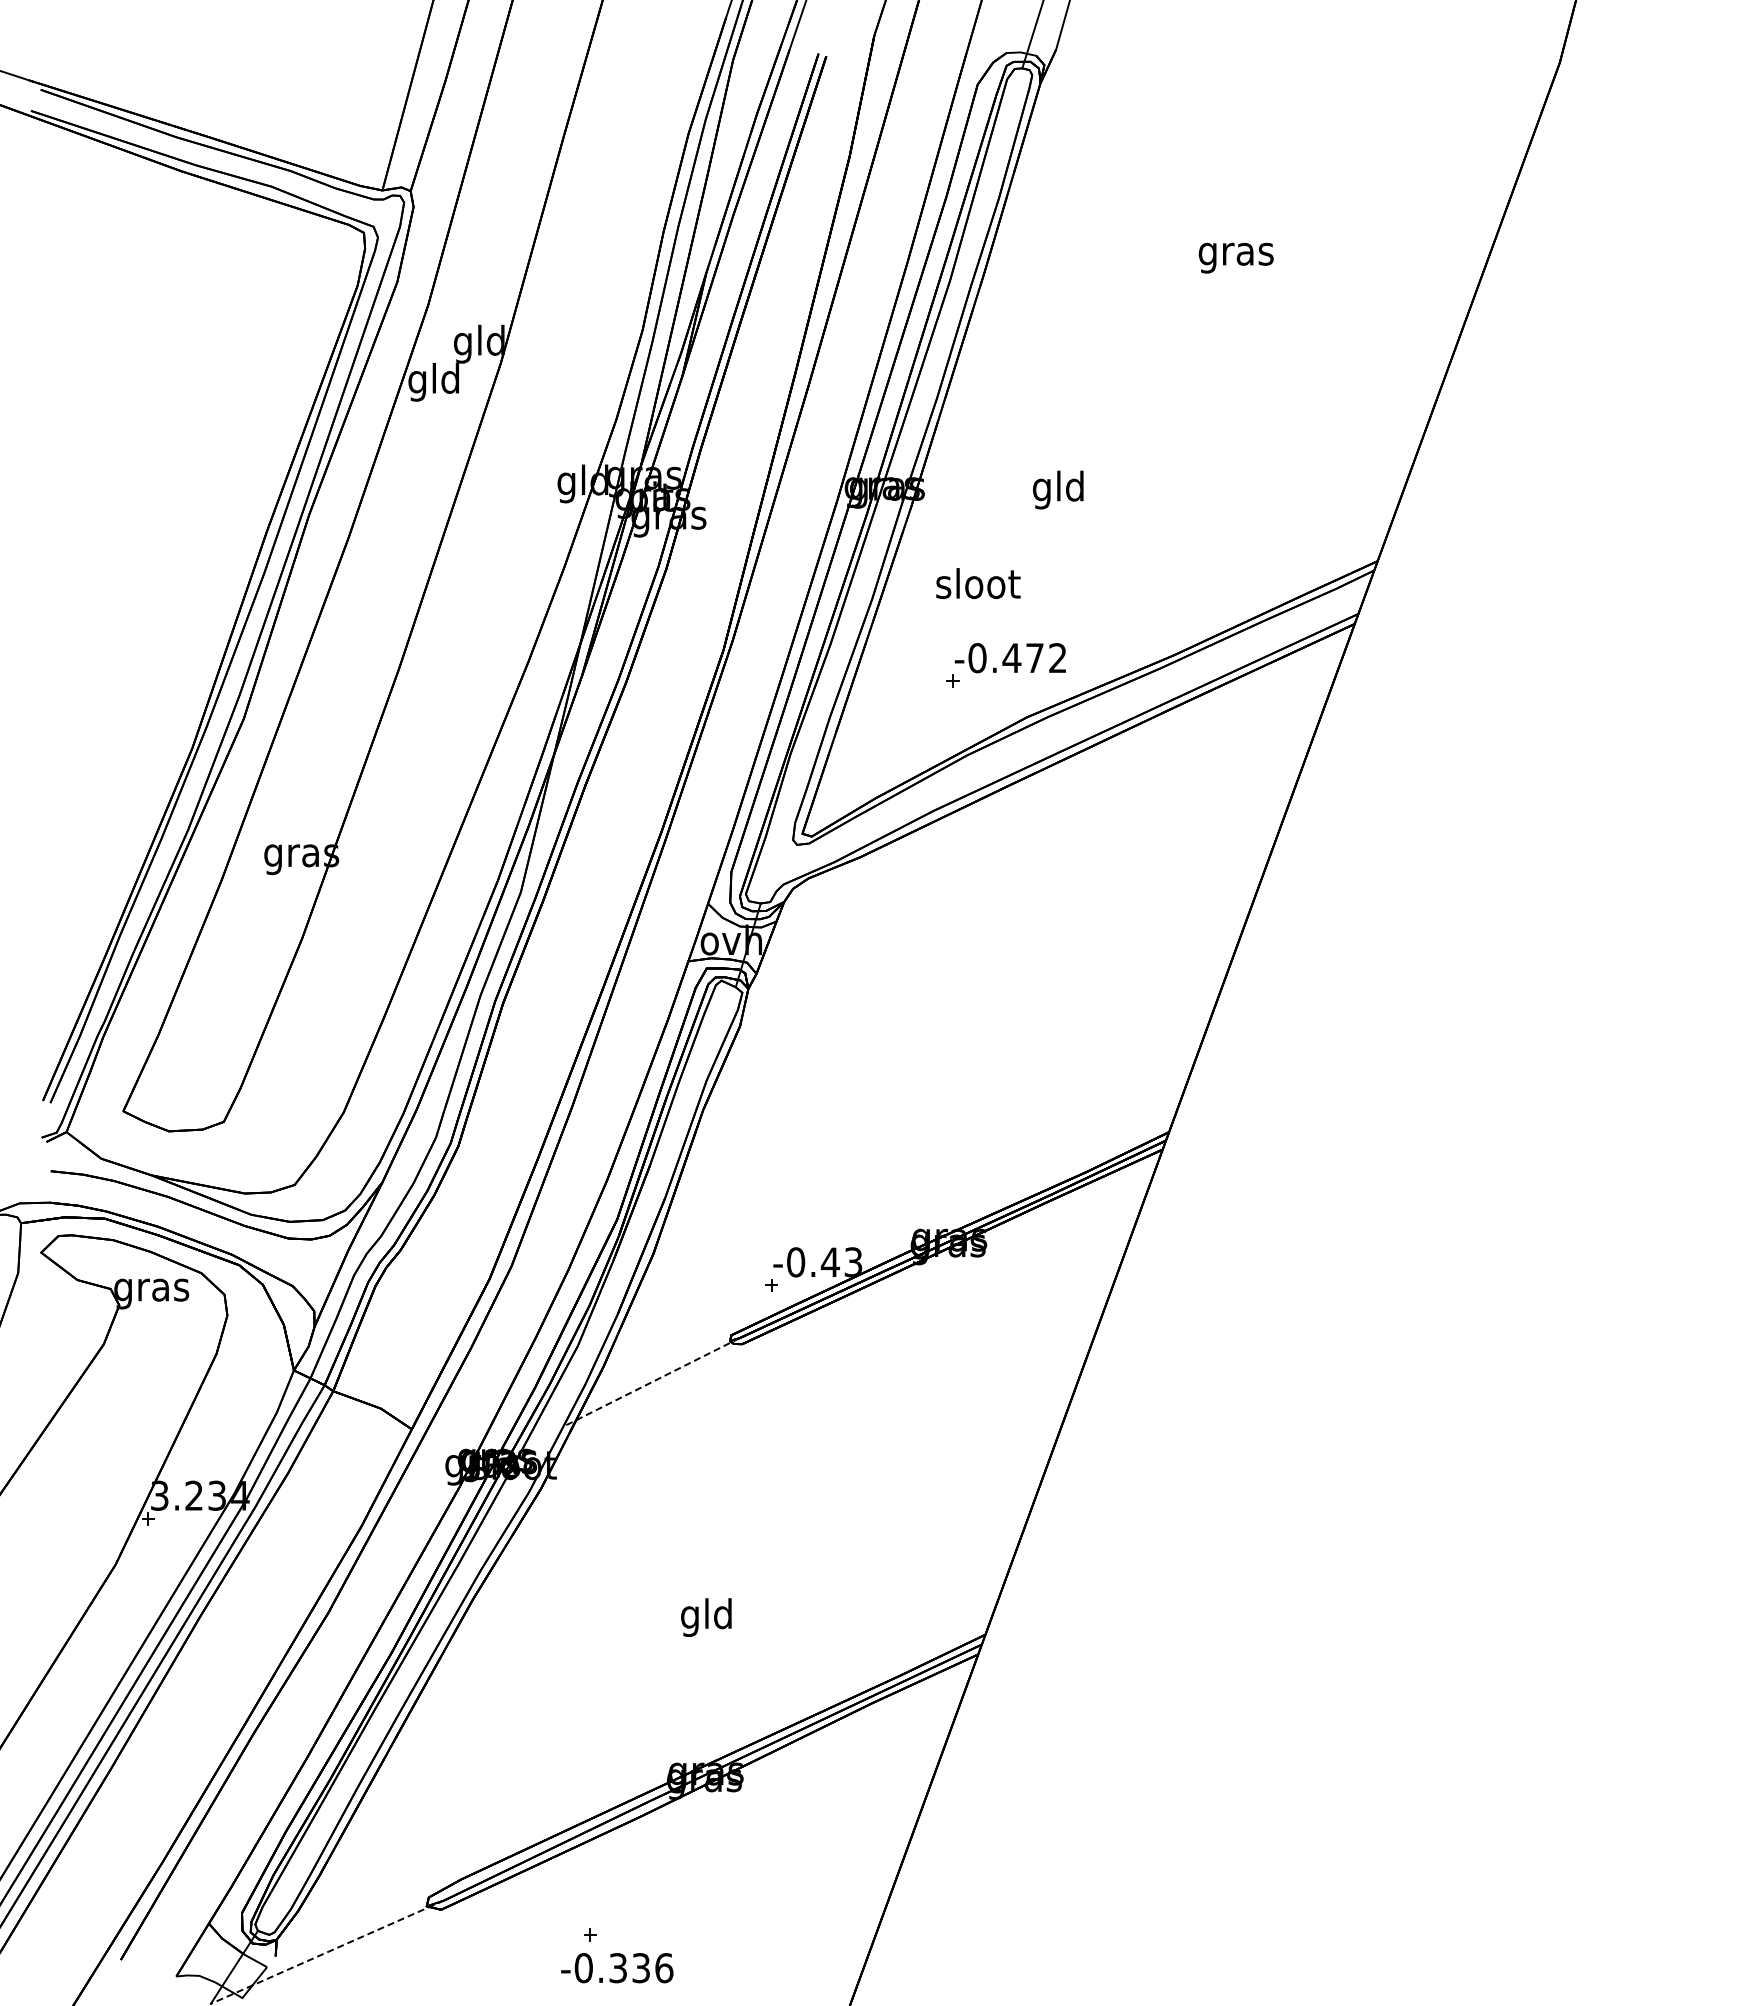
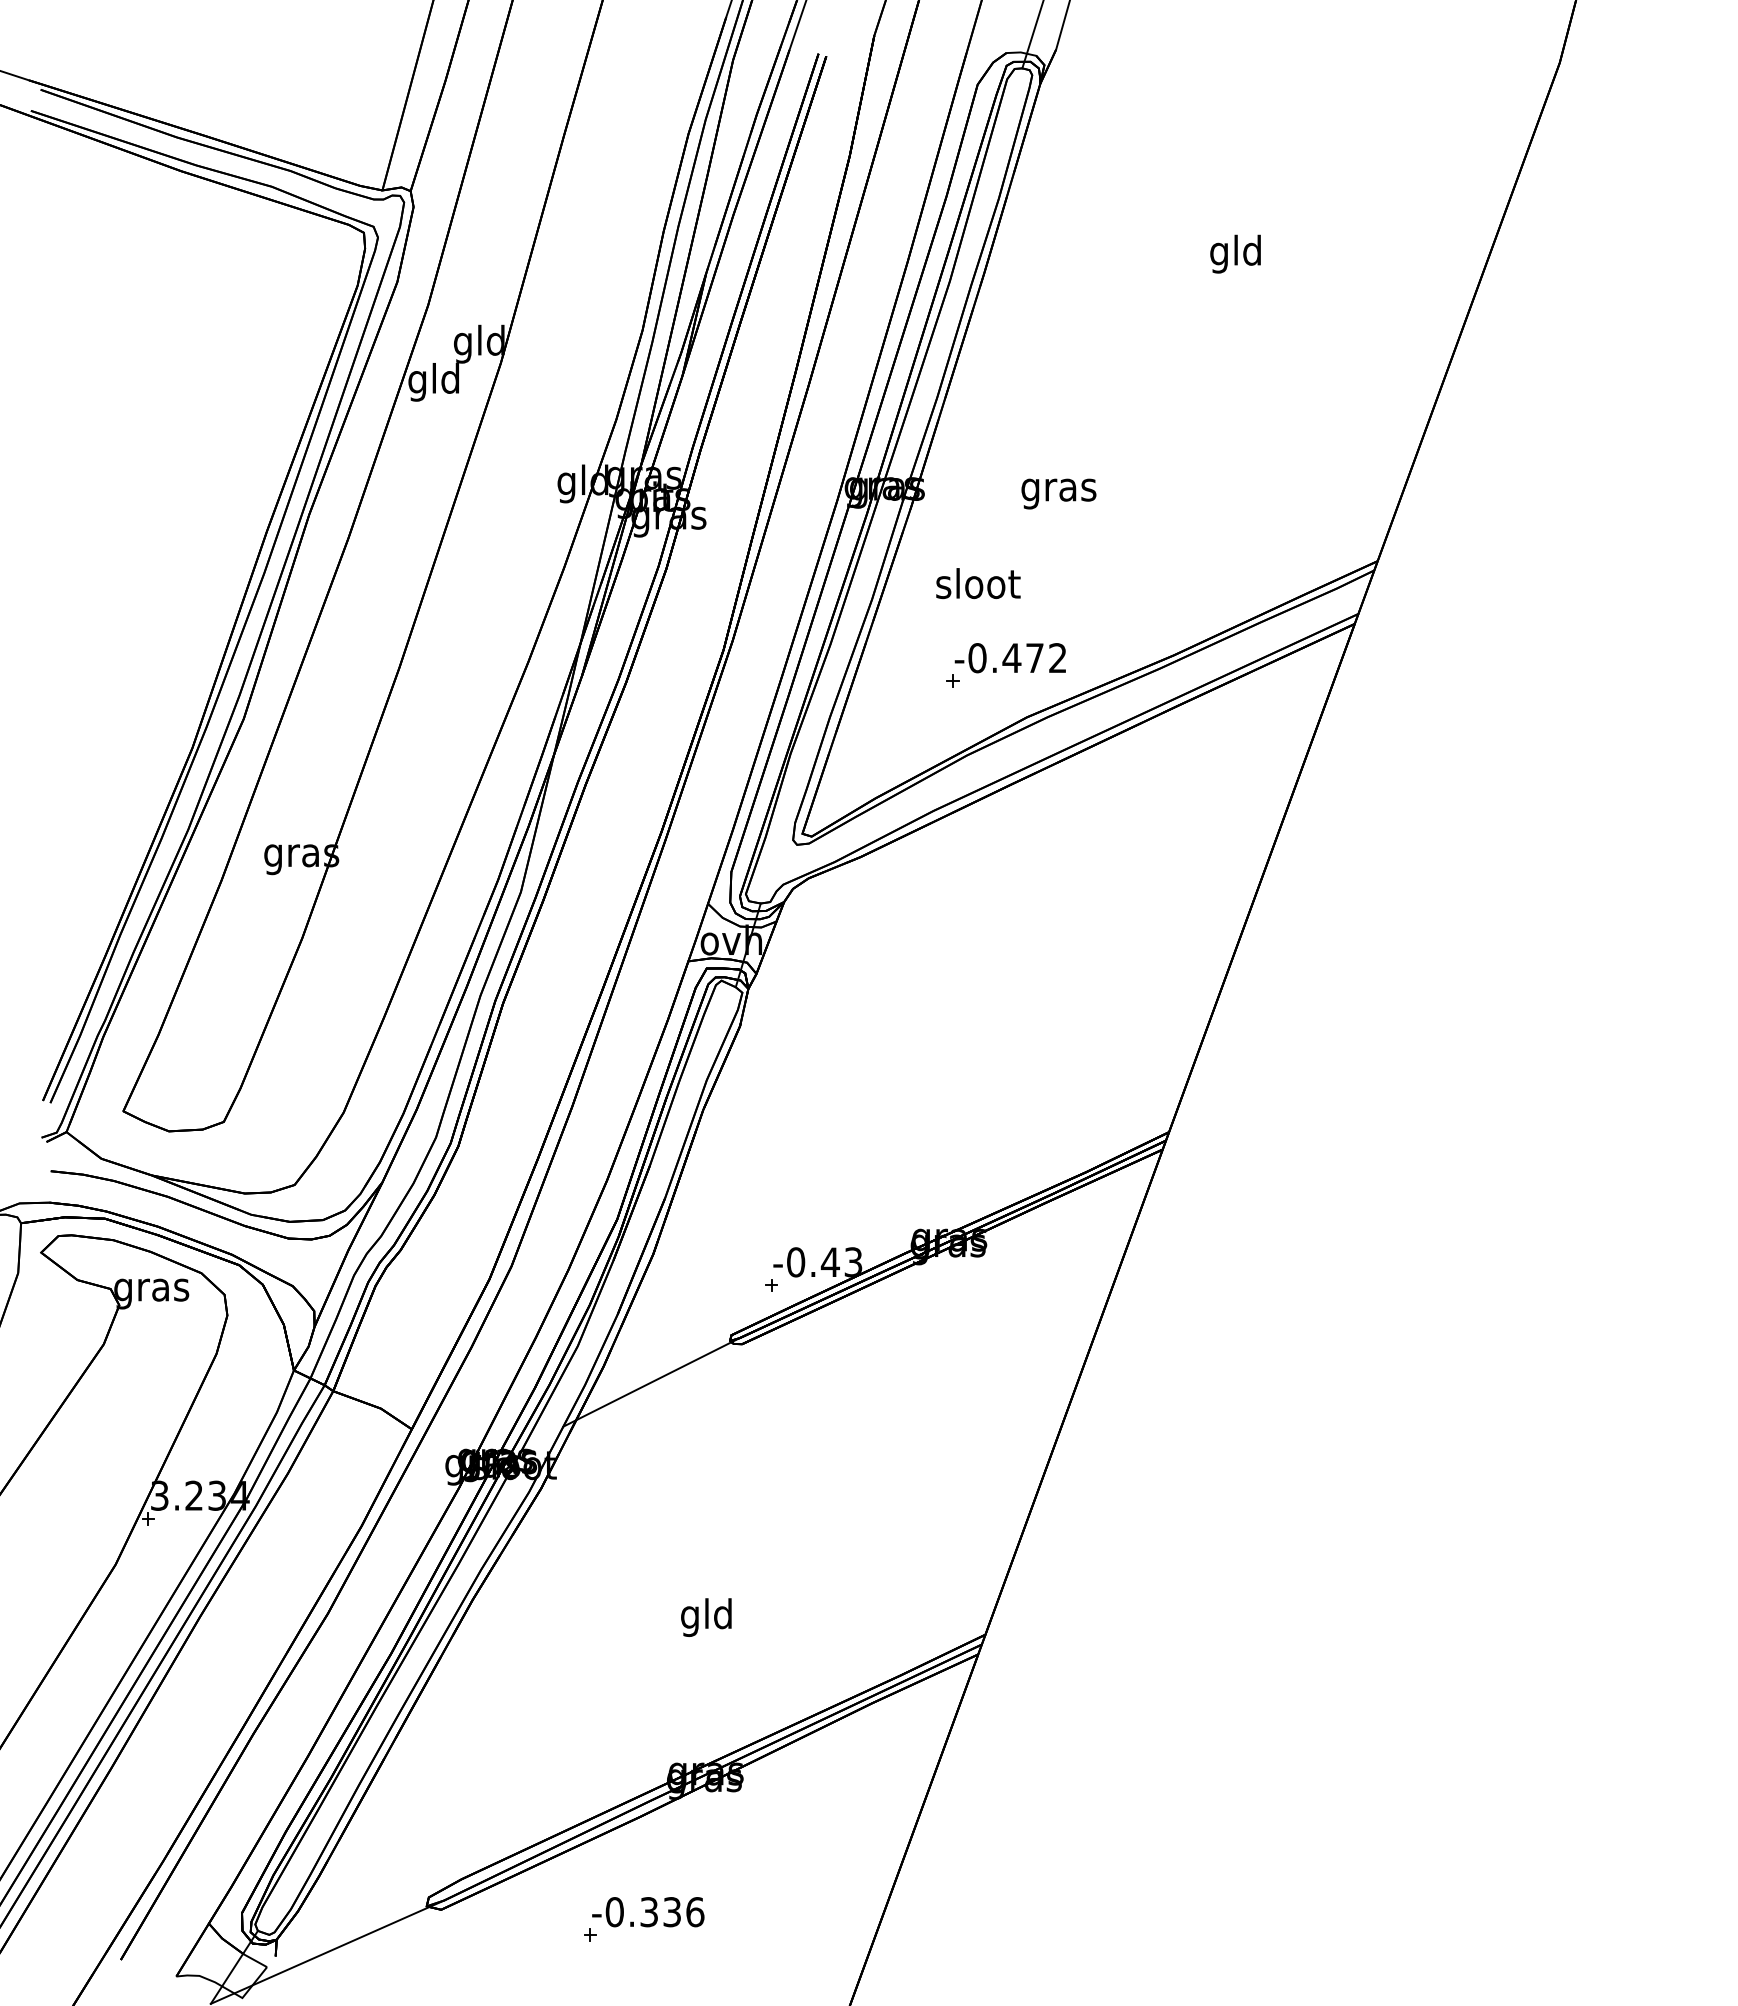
text at (1235, 253): gras -> gld
text at (1058, 489): gld -> gras
line at (651, 1382): dashed -> solid
line at (327, 1952): dashed -> solid
text at (617, 1968) position: (617, 1968) -> (648, 1912)
